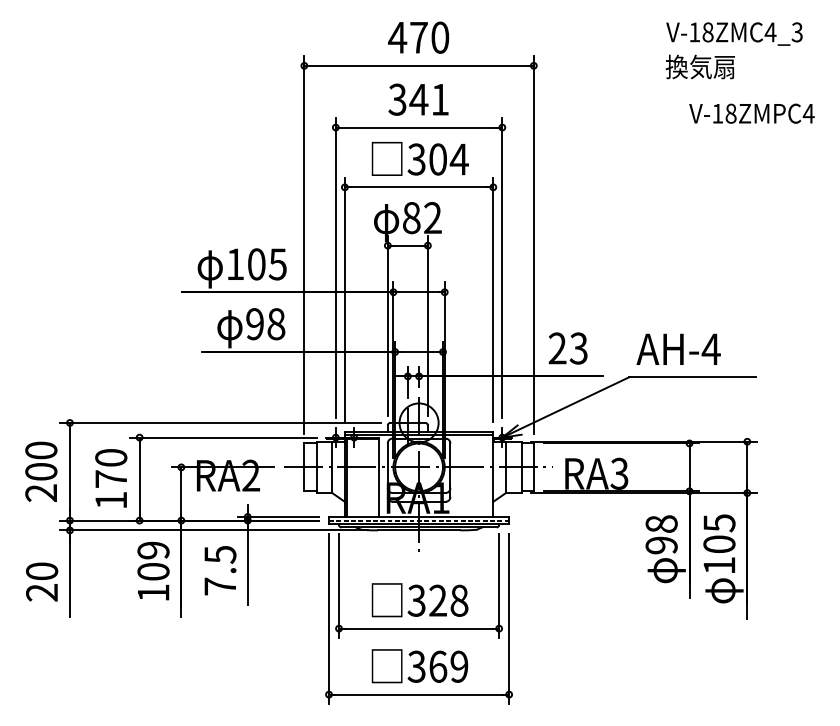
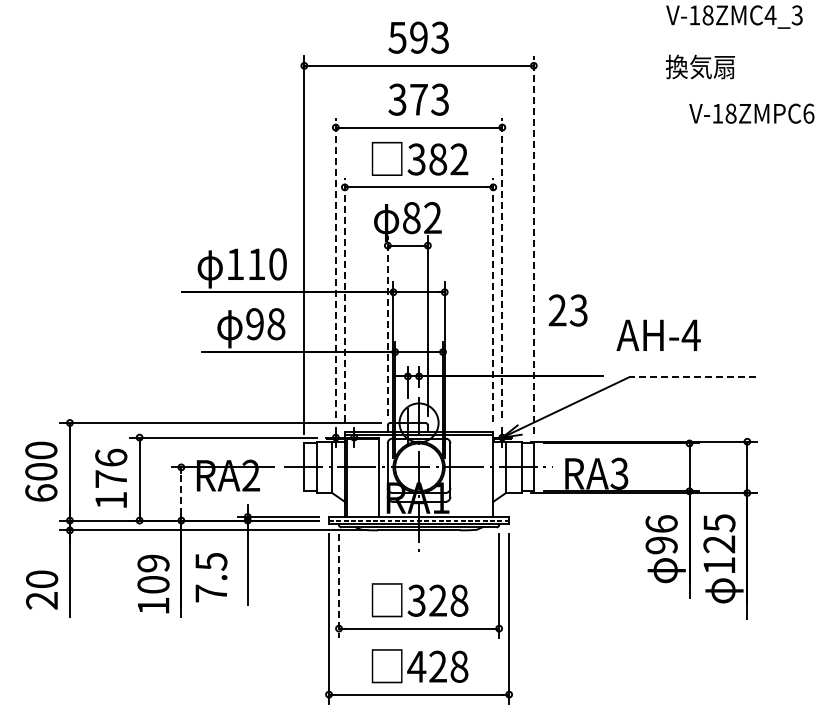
text at (734, 33) position: (734, 33) -> (734, 16)
text at (418, 37): 470 -> 593
text at (428, 99): 341 -> 373
text at (808, 113): V-18ZMPC4 -> V-18ZMPC6
text at (448, 159): 304 -> 382
line at (533, 244): solid -> dashed
text at (267, 264): 105 -> 110
line at (335, 267): solid -> dashed
line at (502, 267): solid -> dashed
line at (344, 299): solid -> dashed
line at (493, 299): solid -> dashed
line at (387, 325): solid -> dashed
text at (567, 348) position: (567, 348) -> (567, 310)
text at (678, 348) position: (678, 348) -> (658, 334)
line at (692, 377): solid -> dashed
text at (111, 457): 170 -> 176
text at (41, 492): 200 -> 600
line at (181, 494): solid -> dashed
text at (661, 523): 98 -> 96
text at (719, 544): 105 -> 125
text at (153, 570) position: (153, 570) -> (153, 583)
text at (220, 570) position: (220, 570) -> (211, 577)
text at (42, 581) position: (42, 581) -> (42, 589)
line at (339, 586): solid -> dashed
text at (437, 666): 369 -> 428
